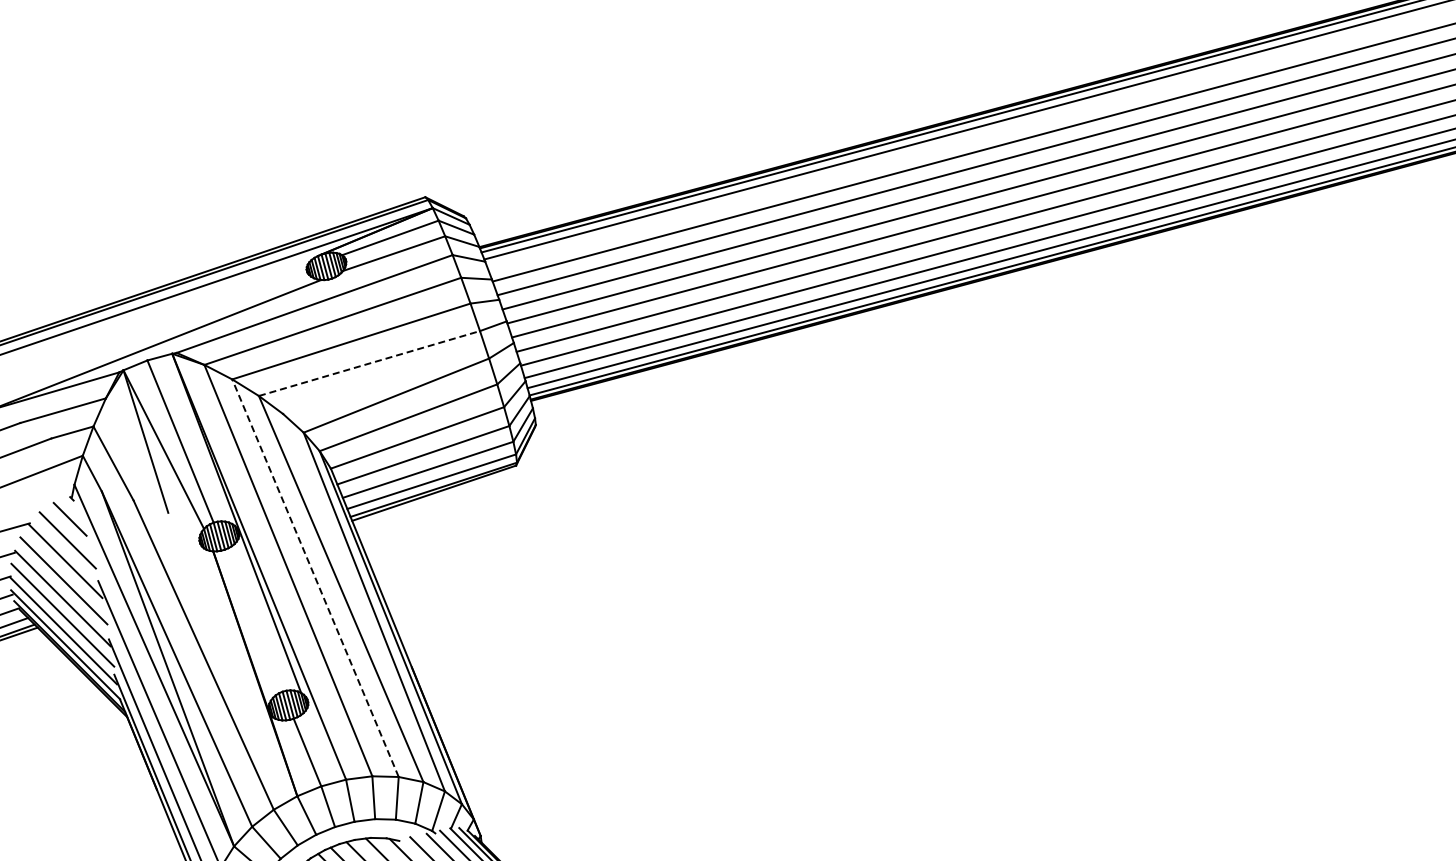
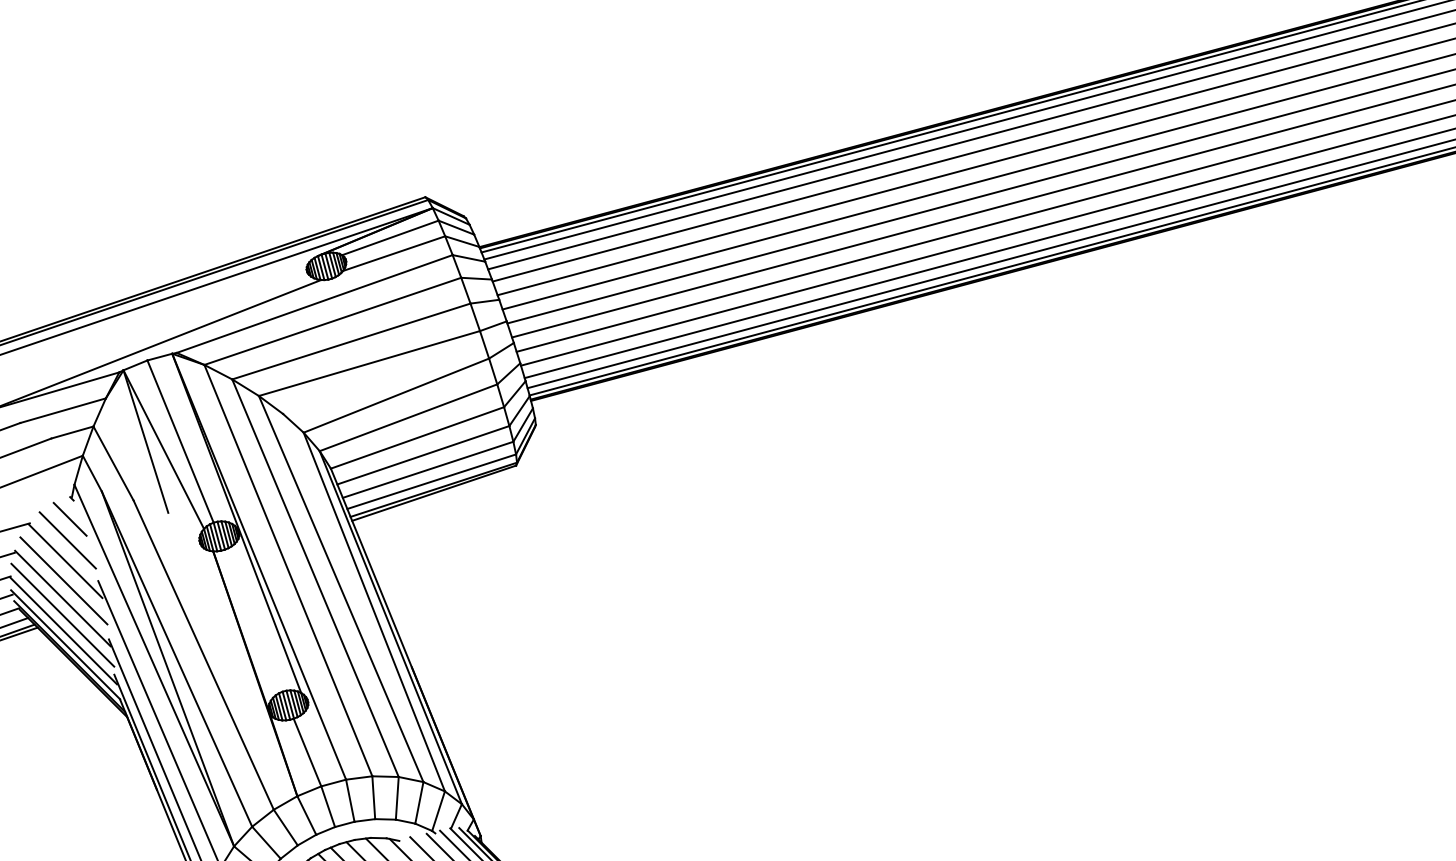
line at (970, 139): none -> present
line at (369, 363): dashed -> solid
line at (315, 578): dashed -> solid
